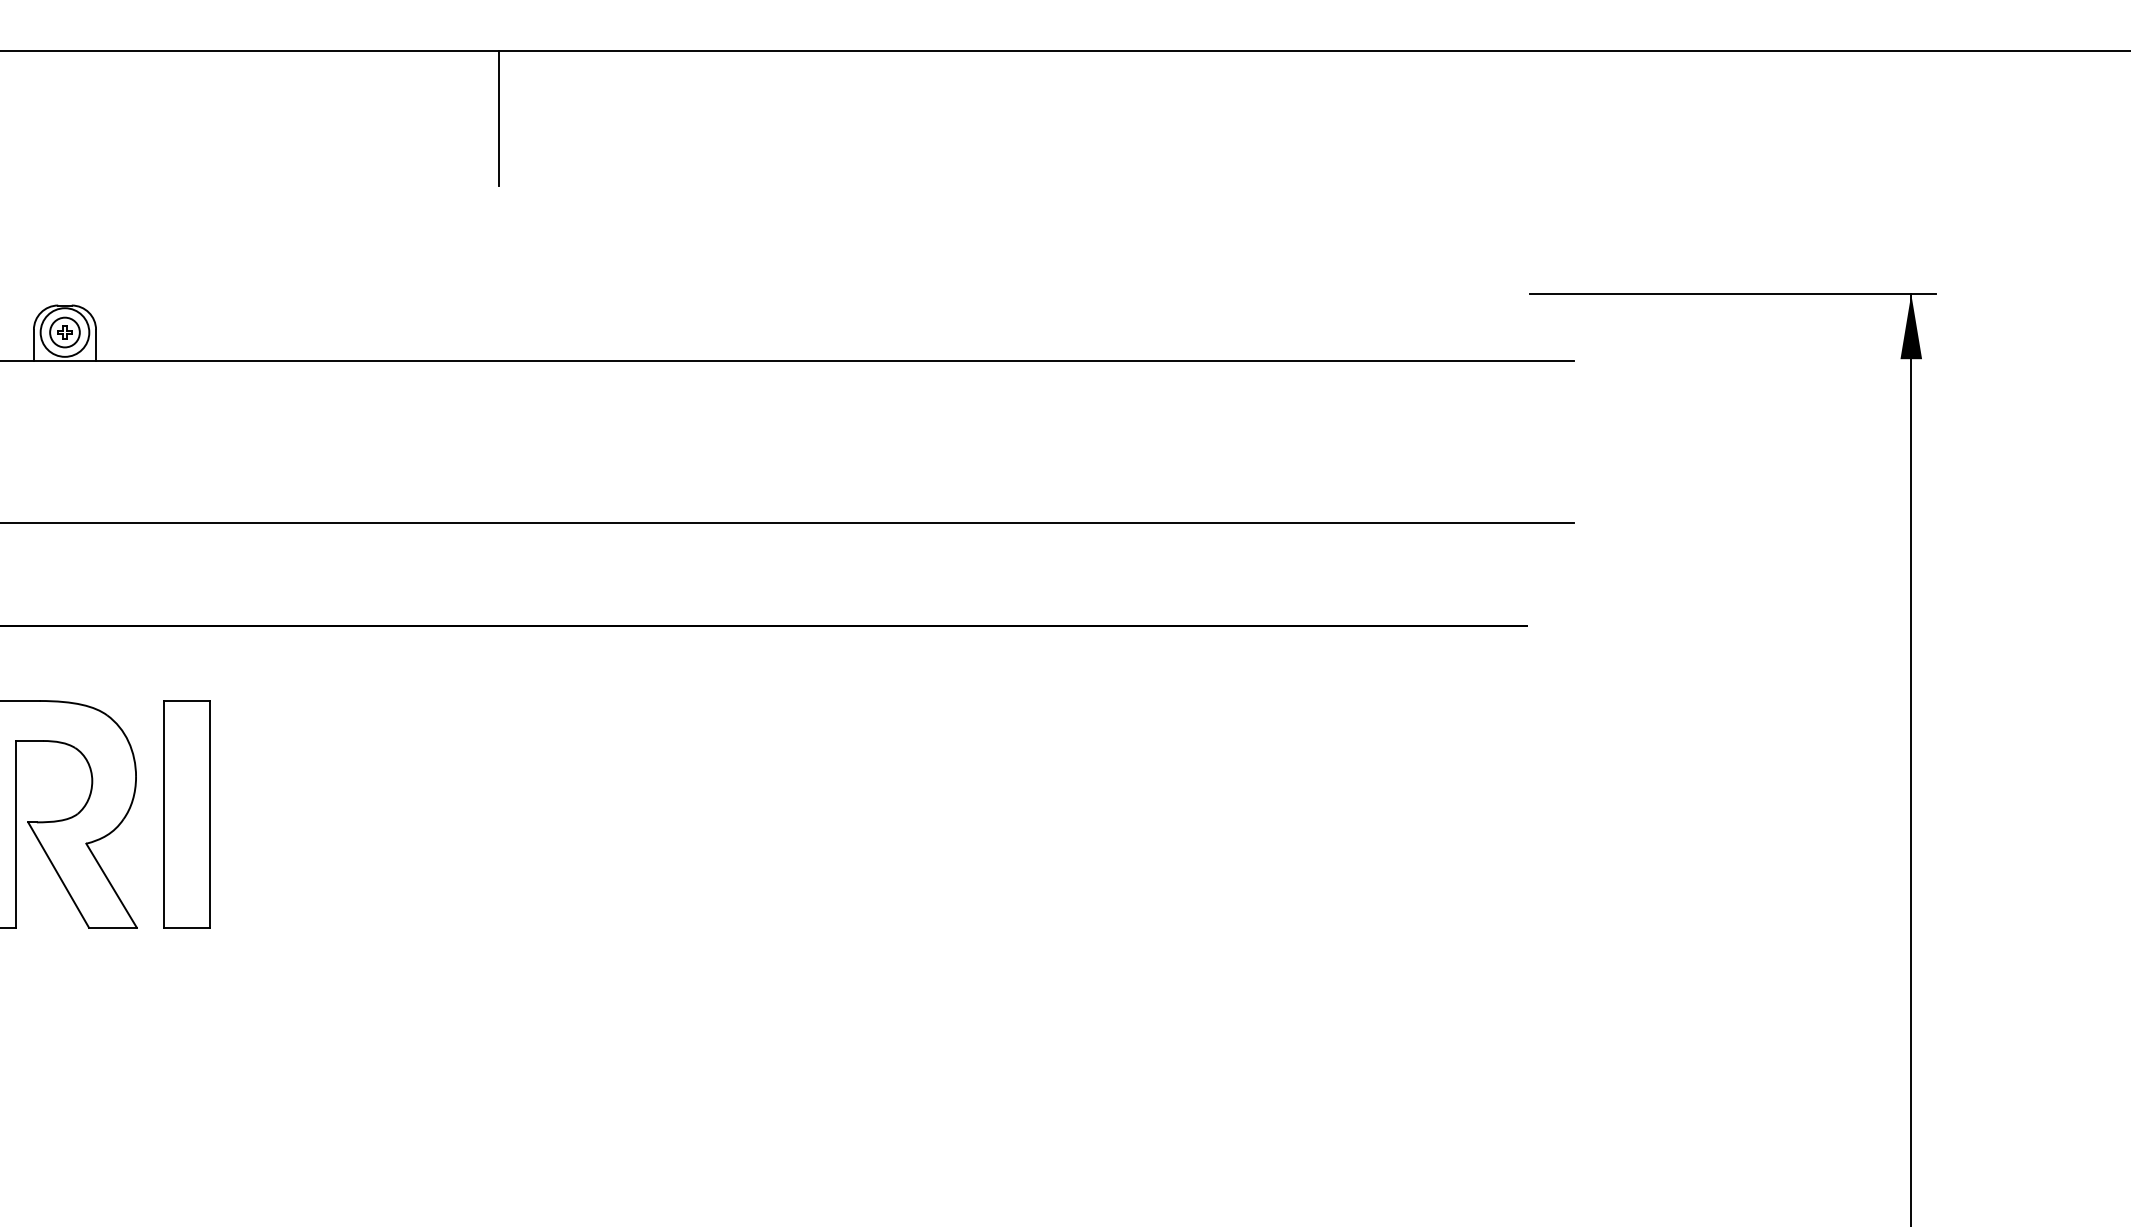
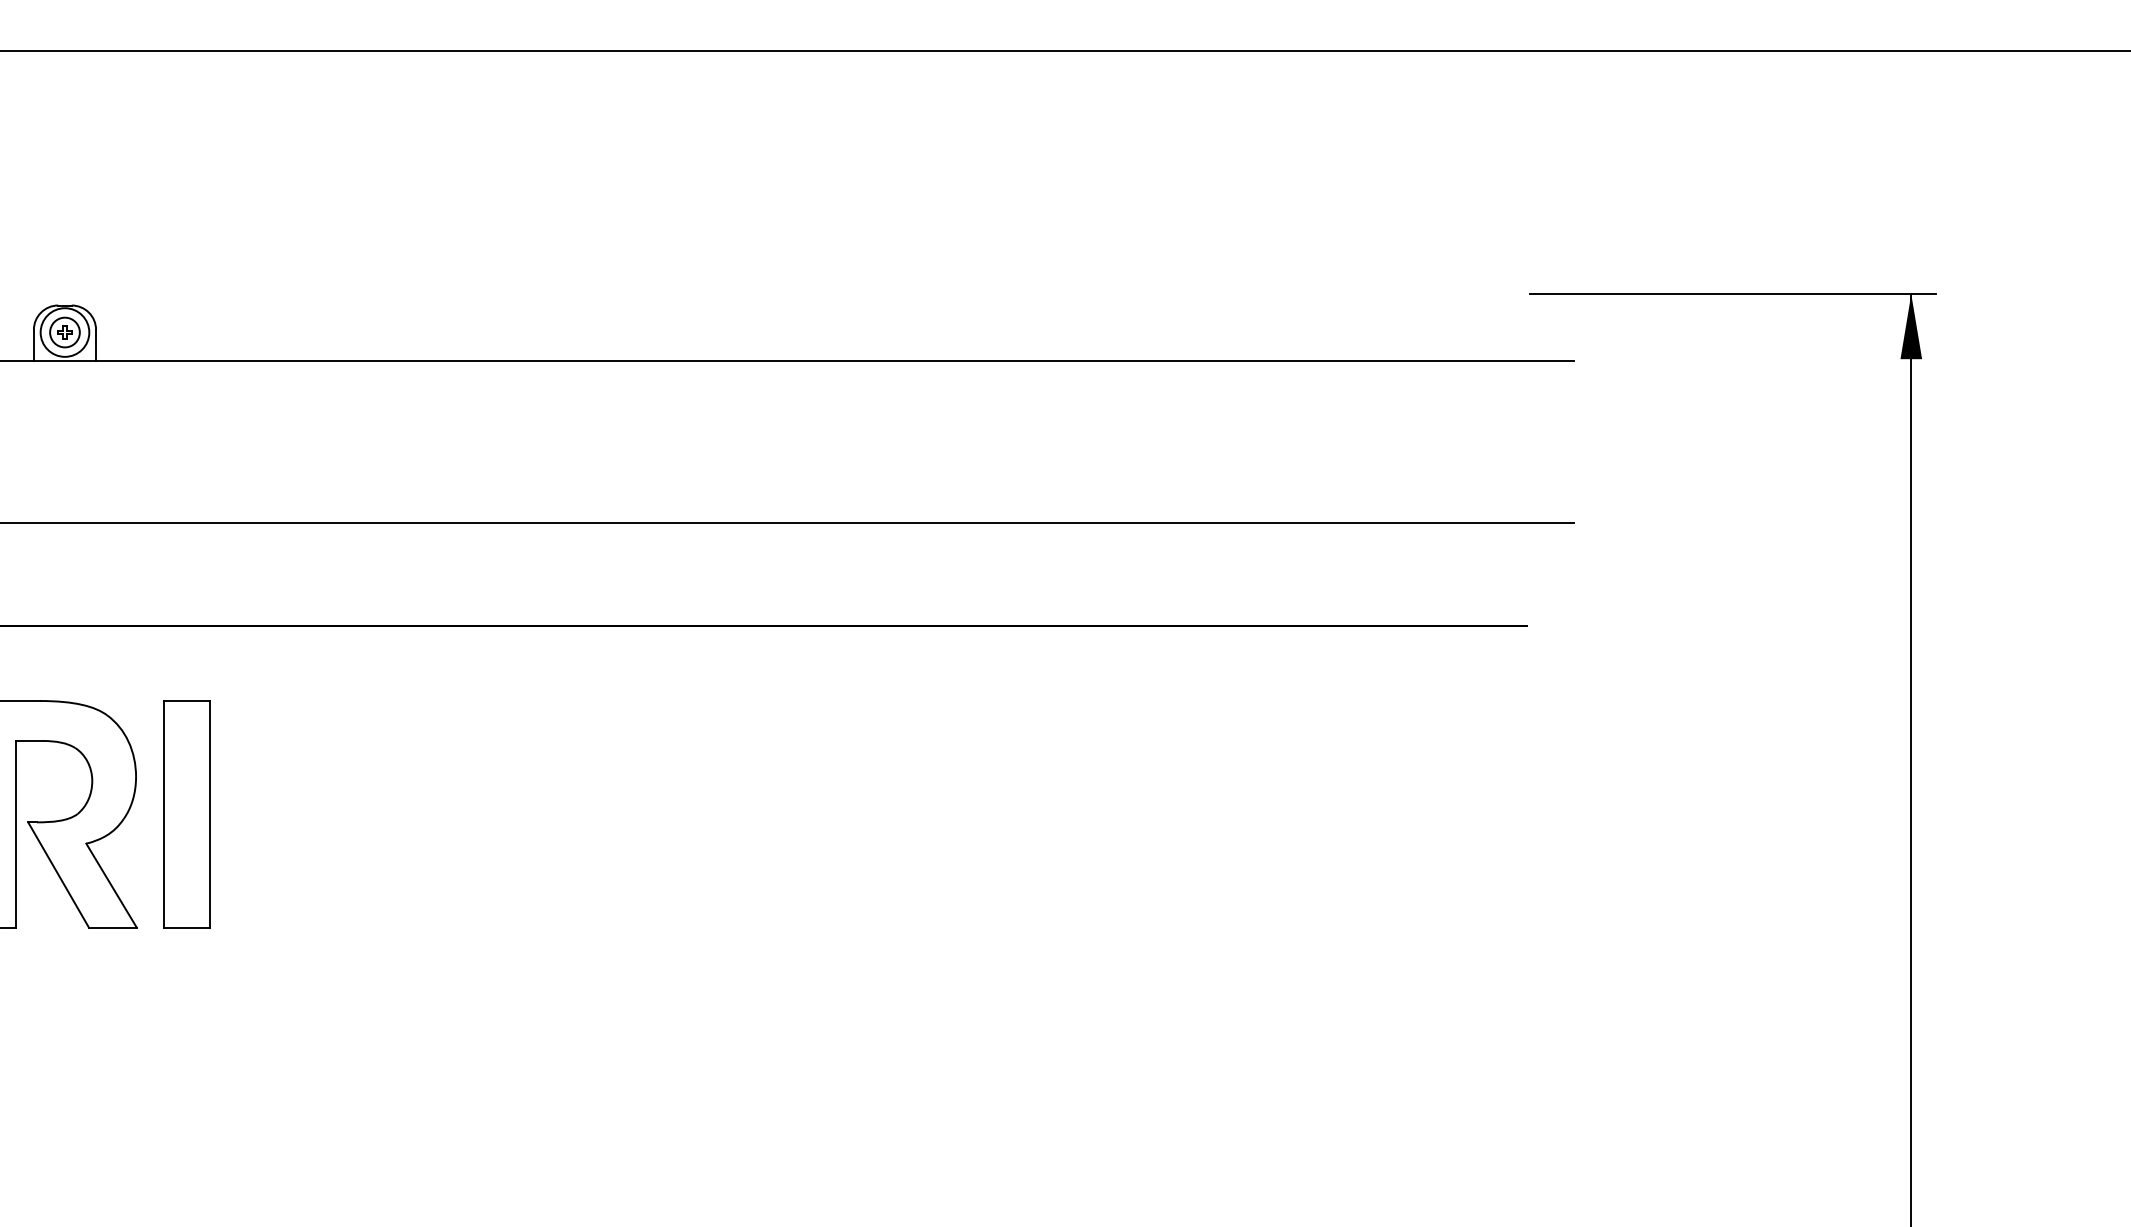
line at (498, 117): present -> none
